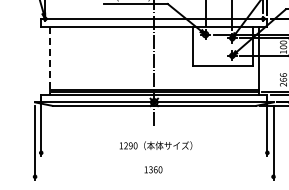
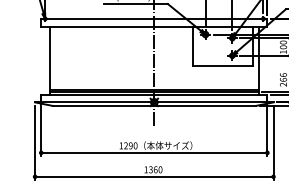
line at (49, 60): dashed -> solid
line at (154, 152): none -> present
line at (154, 176): none -> present
